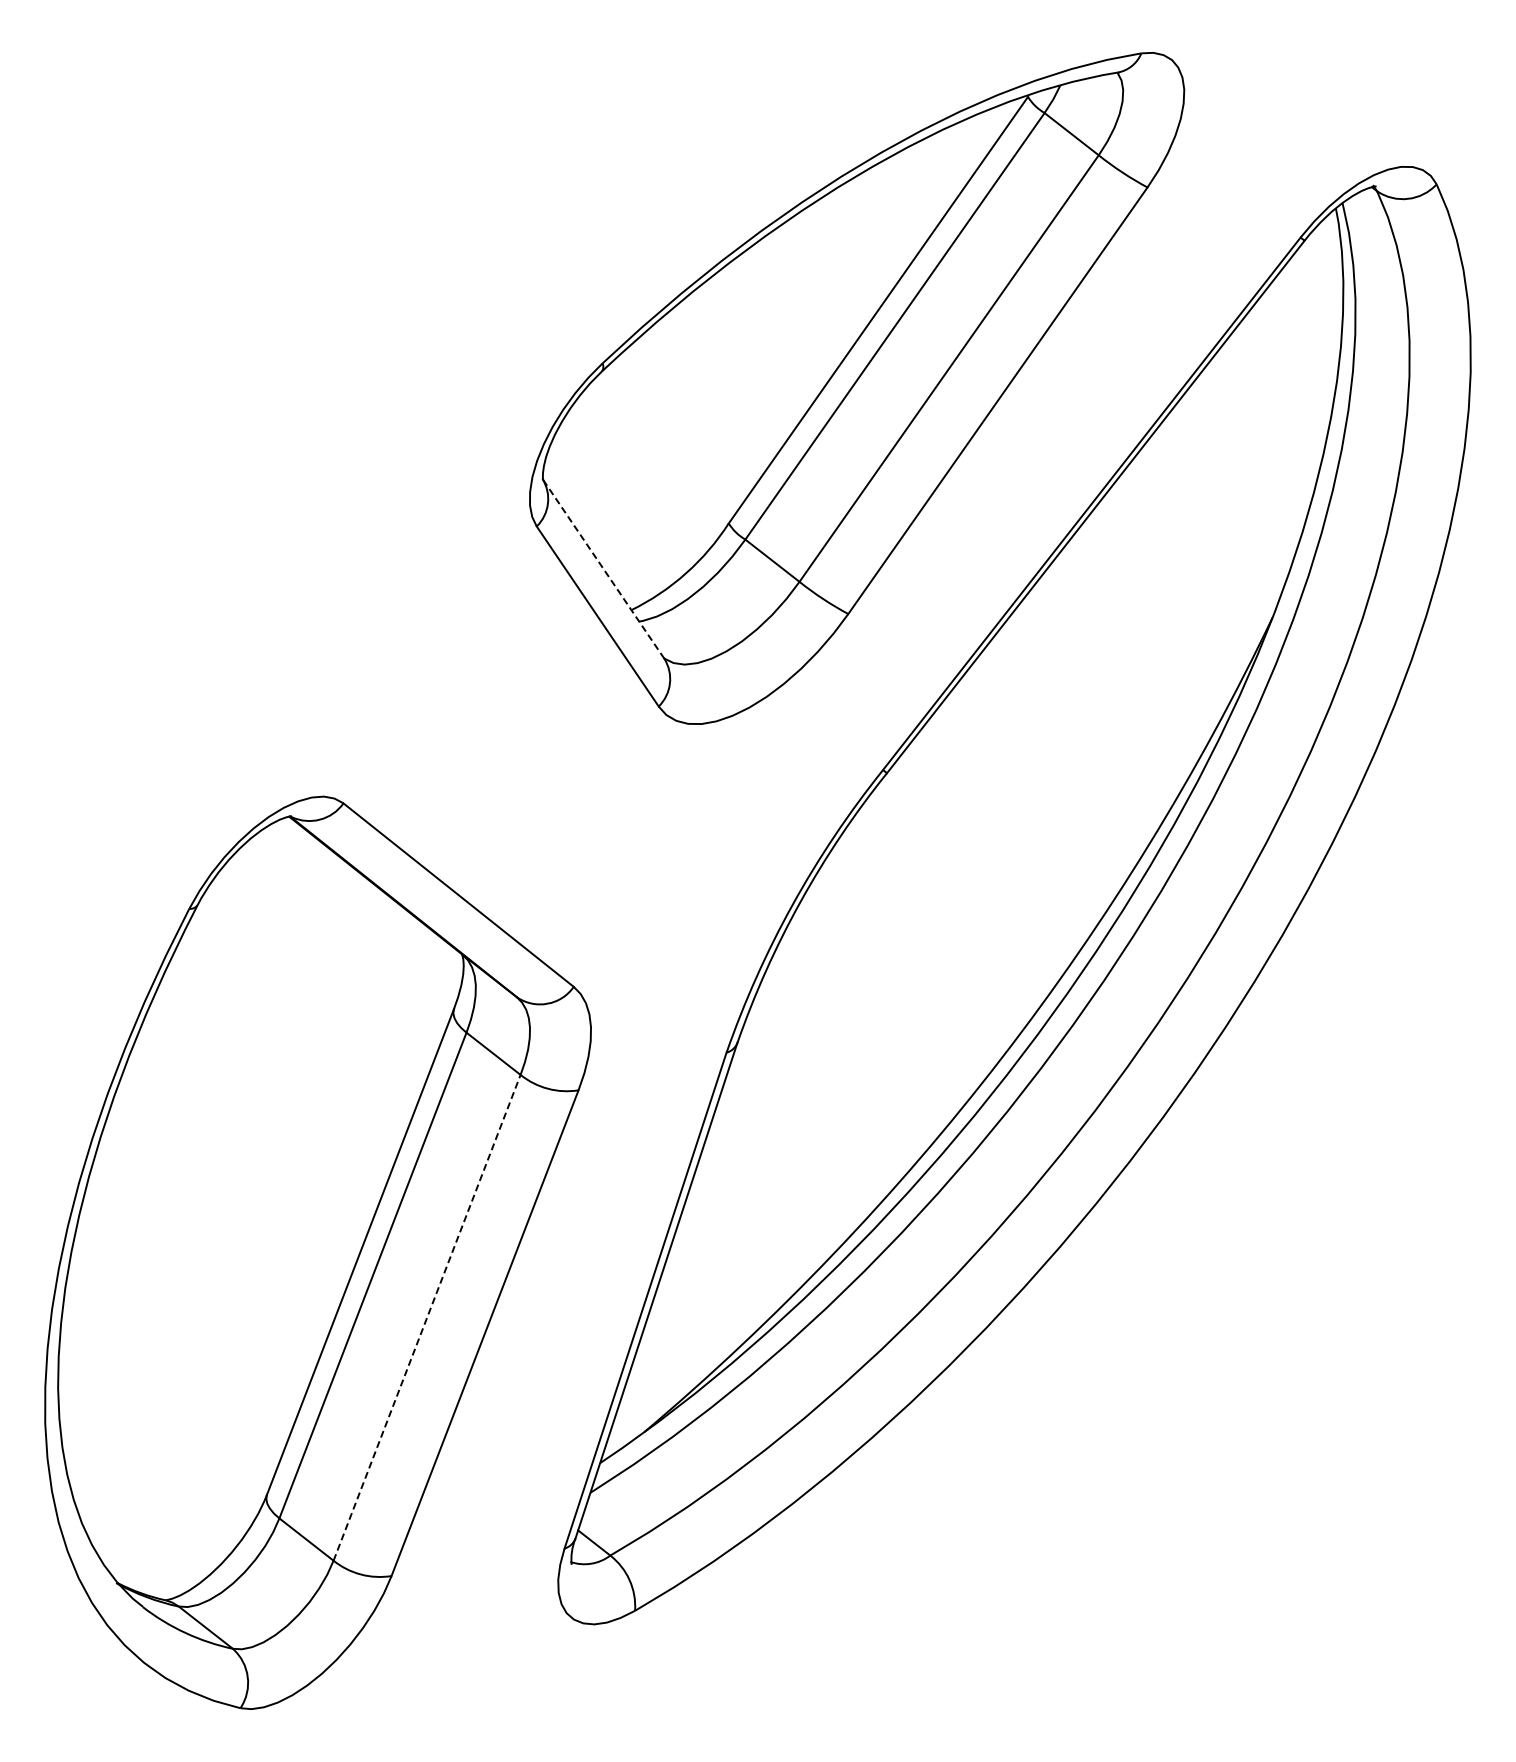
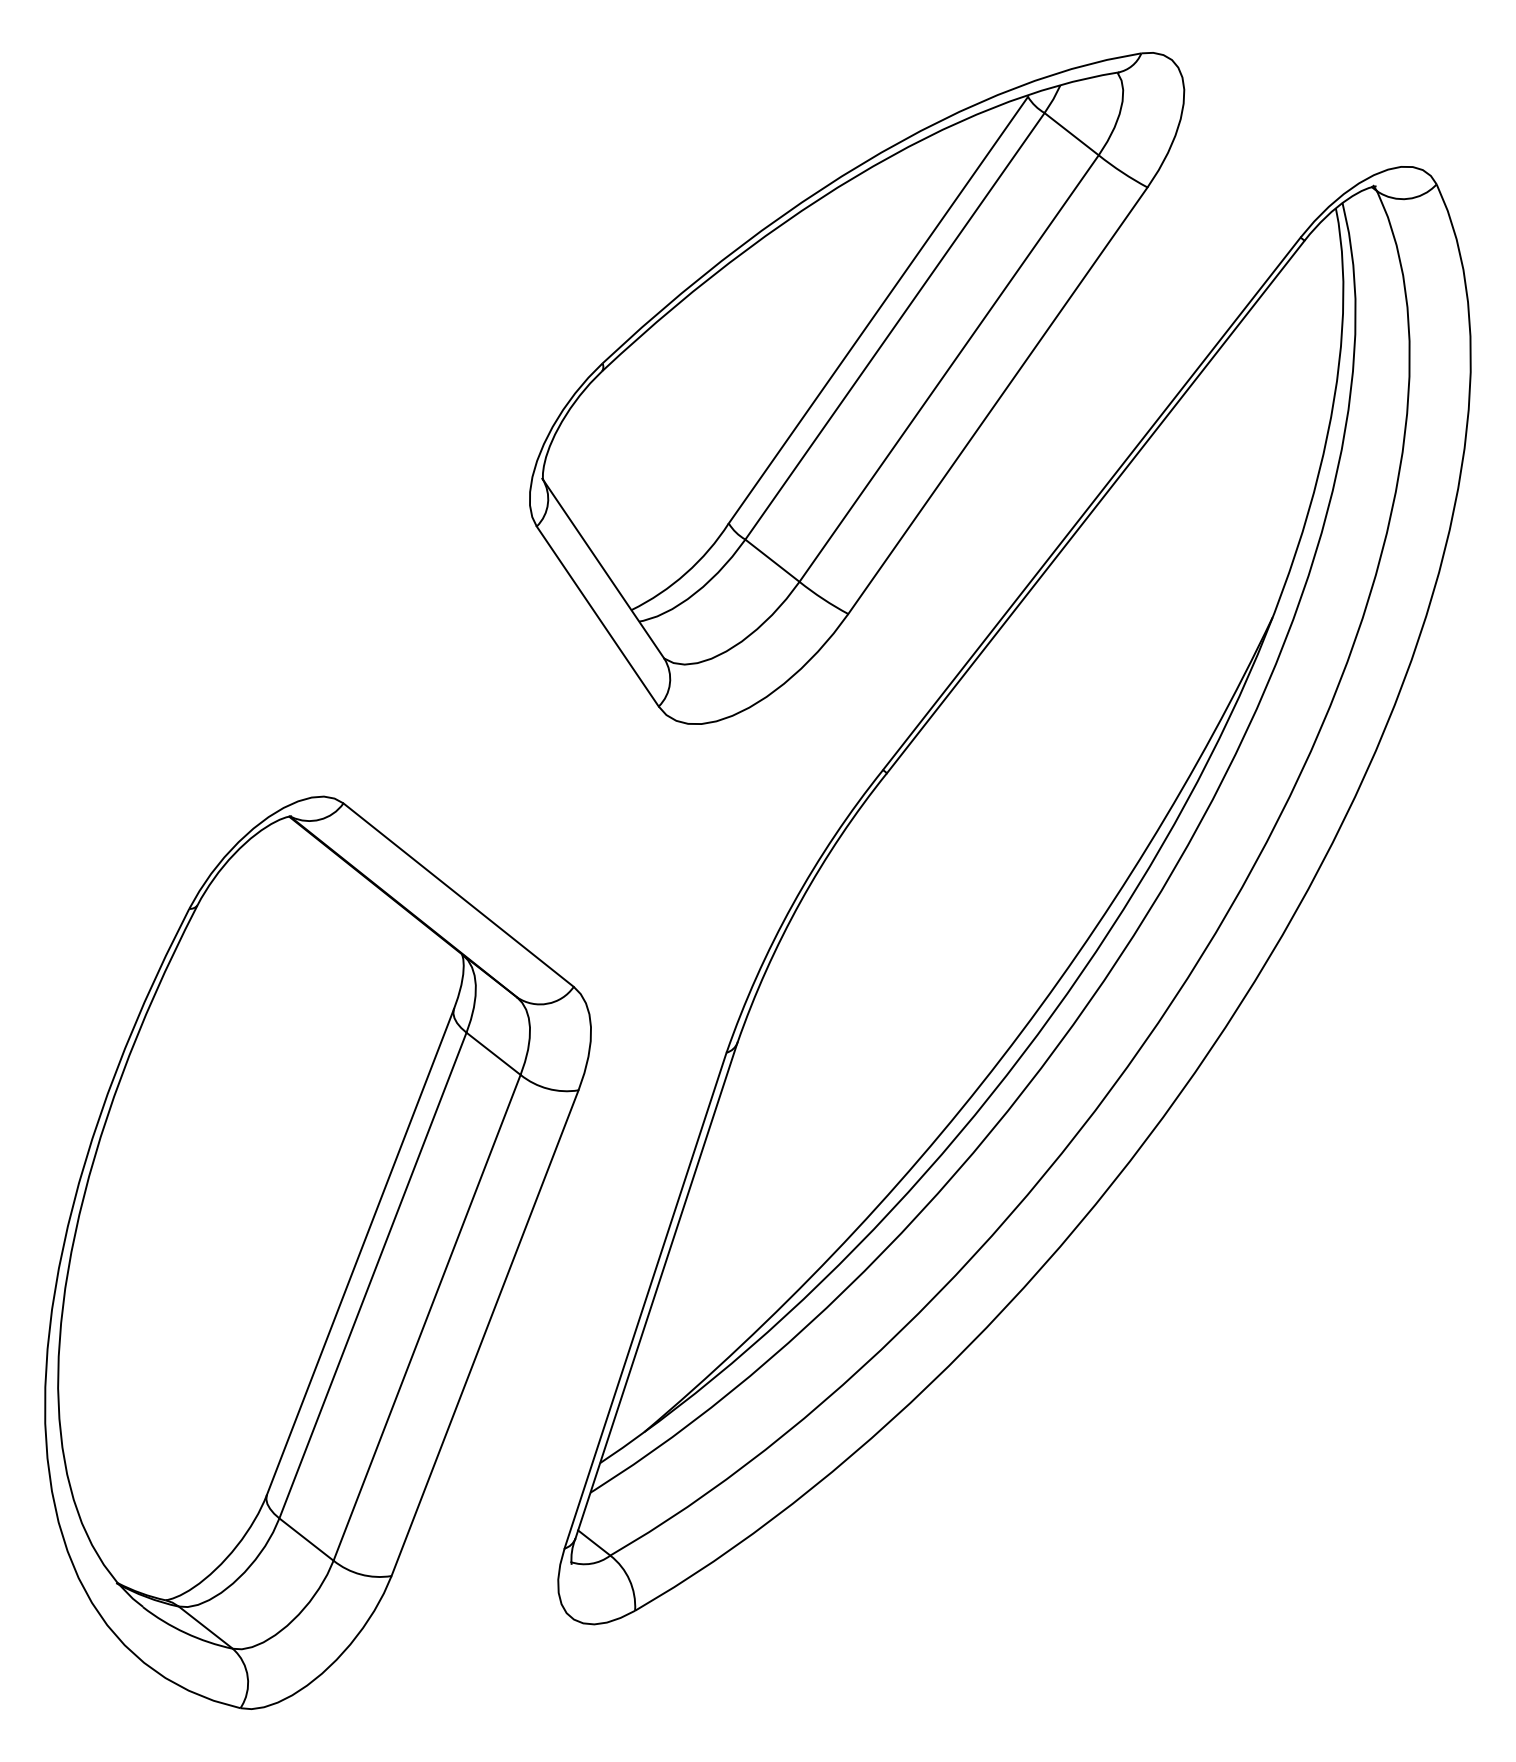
line at (603, 568): dashed -> solid
line at (427, 1317): dashed -> solid
